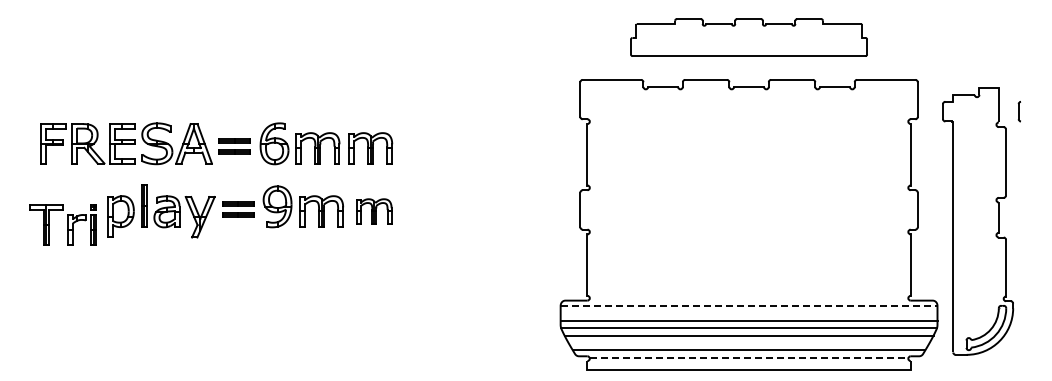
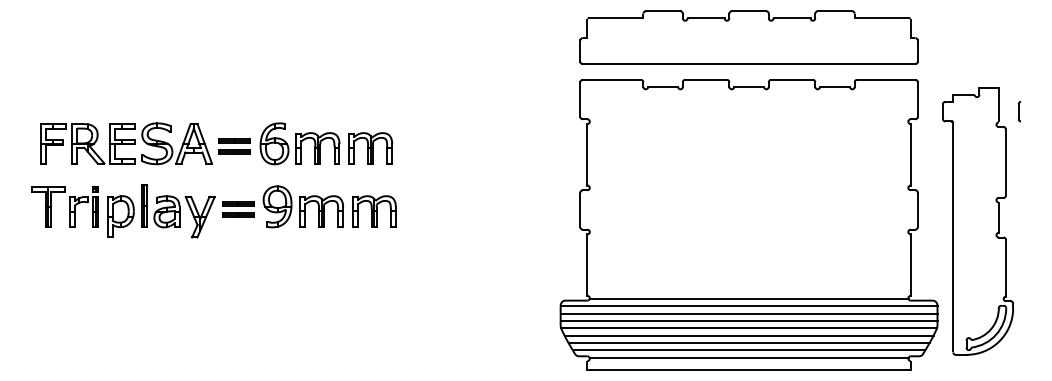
part at (748, 37) size: 238x39 px -> 340x55 px
part at (374, 211) size: 37x27 px -> 45x33 px
part at (62, 224) position: (62, 224) -> (64, 206)
line at (748, 299): none -> present
line at (749, 306): dashed -> solid
line at (748, 313): none -> present
line at (748, 343): none -> present
line at (749, 357): dashed -> solid
